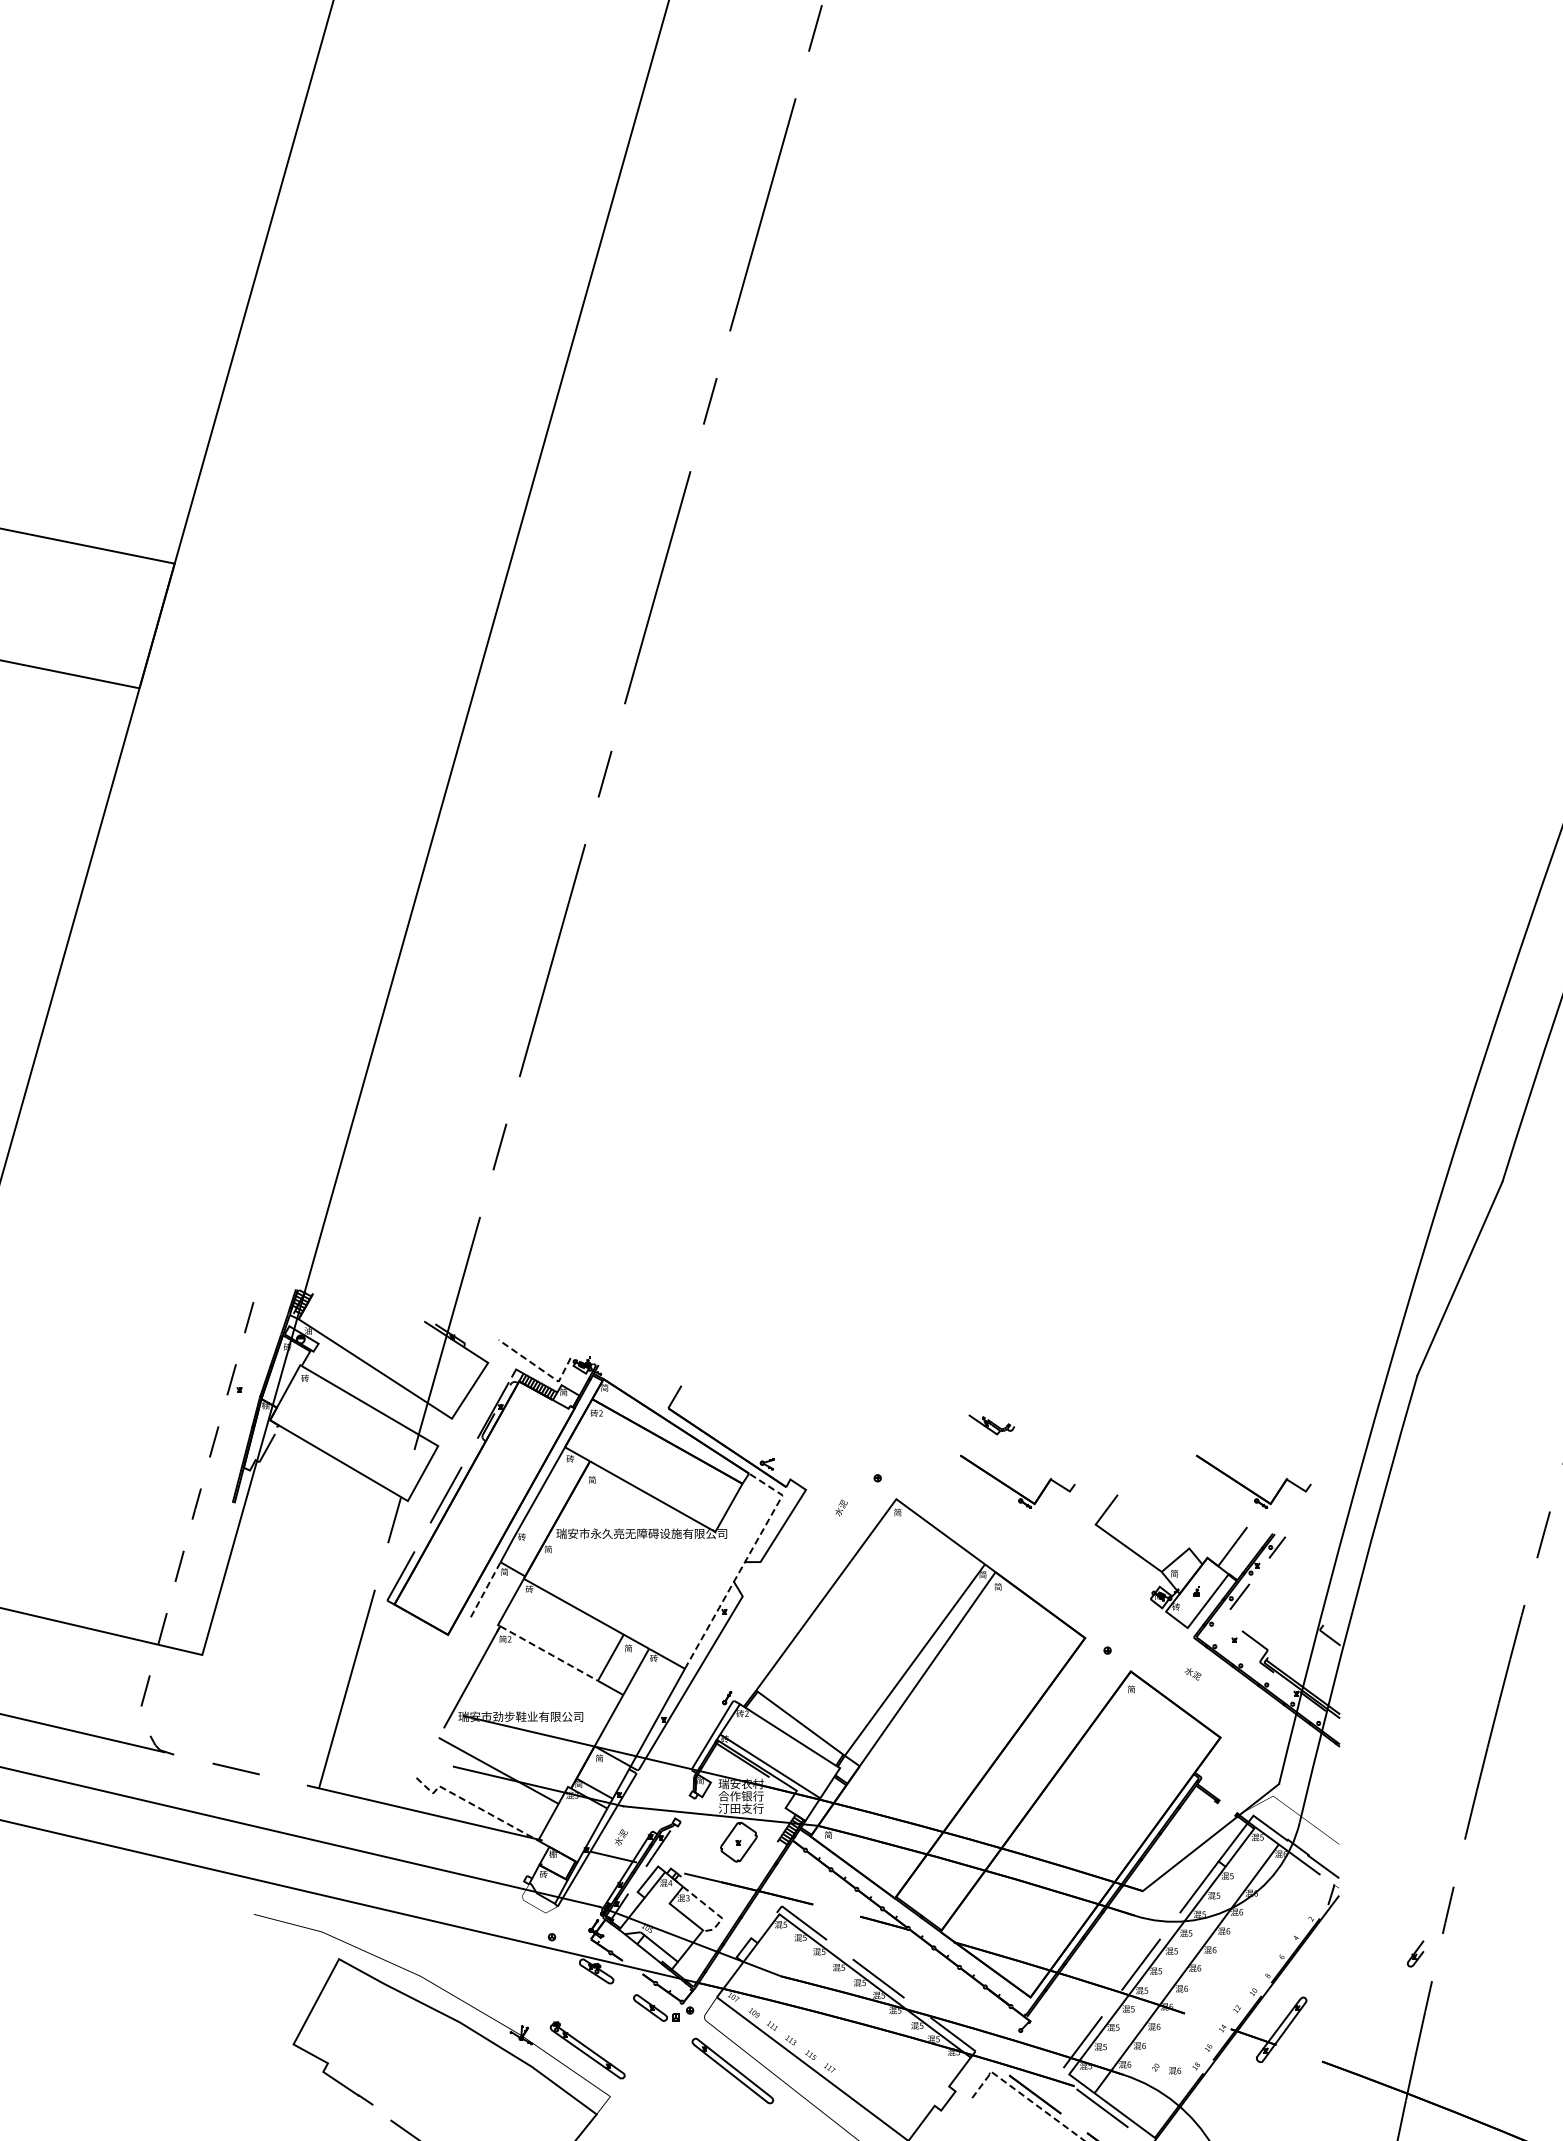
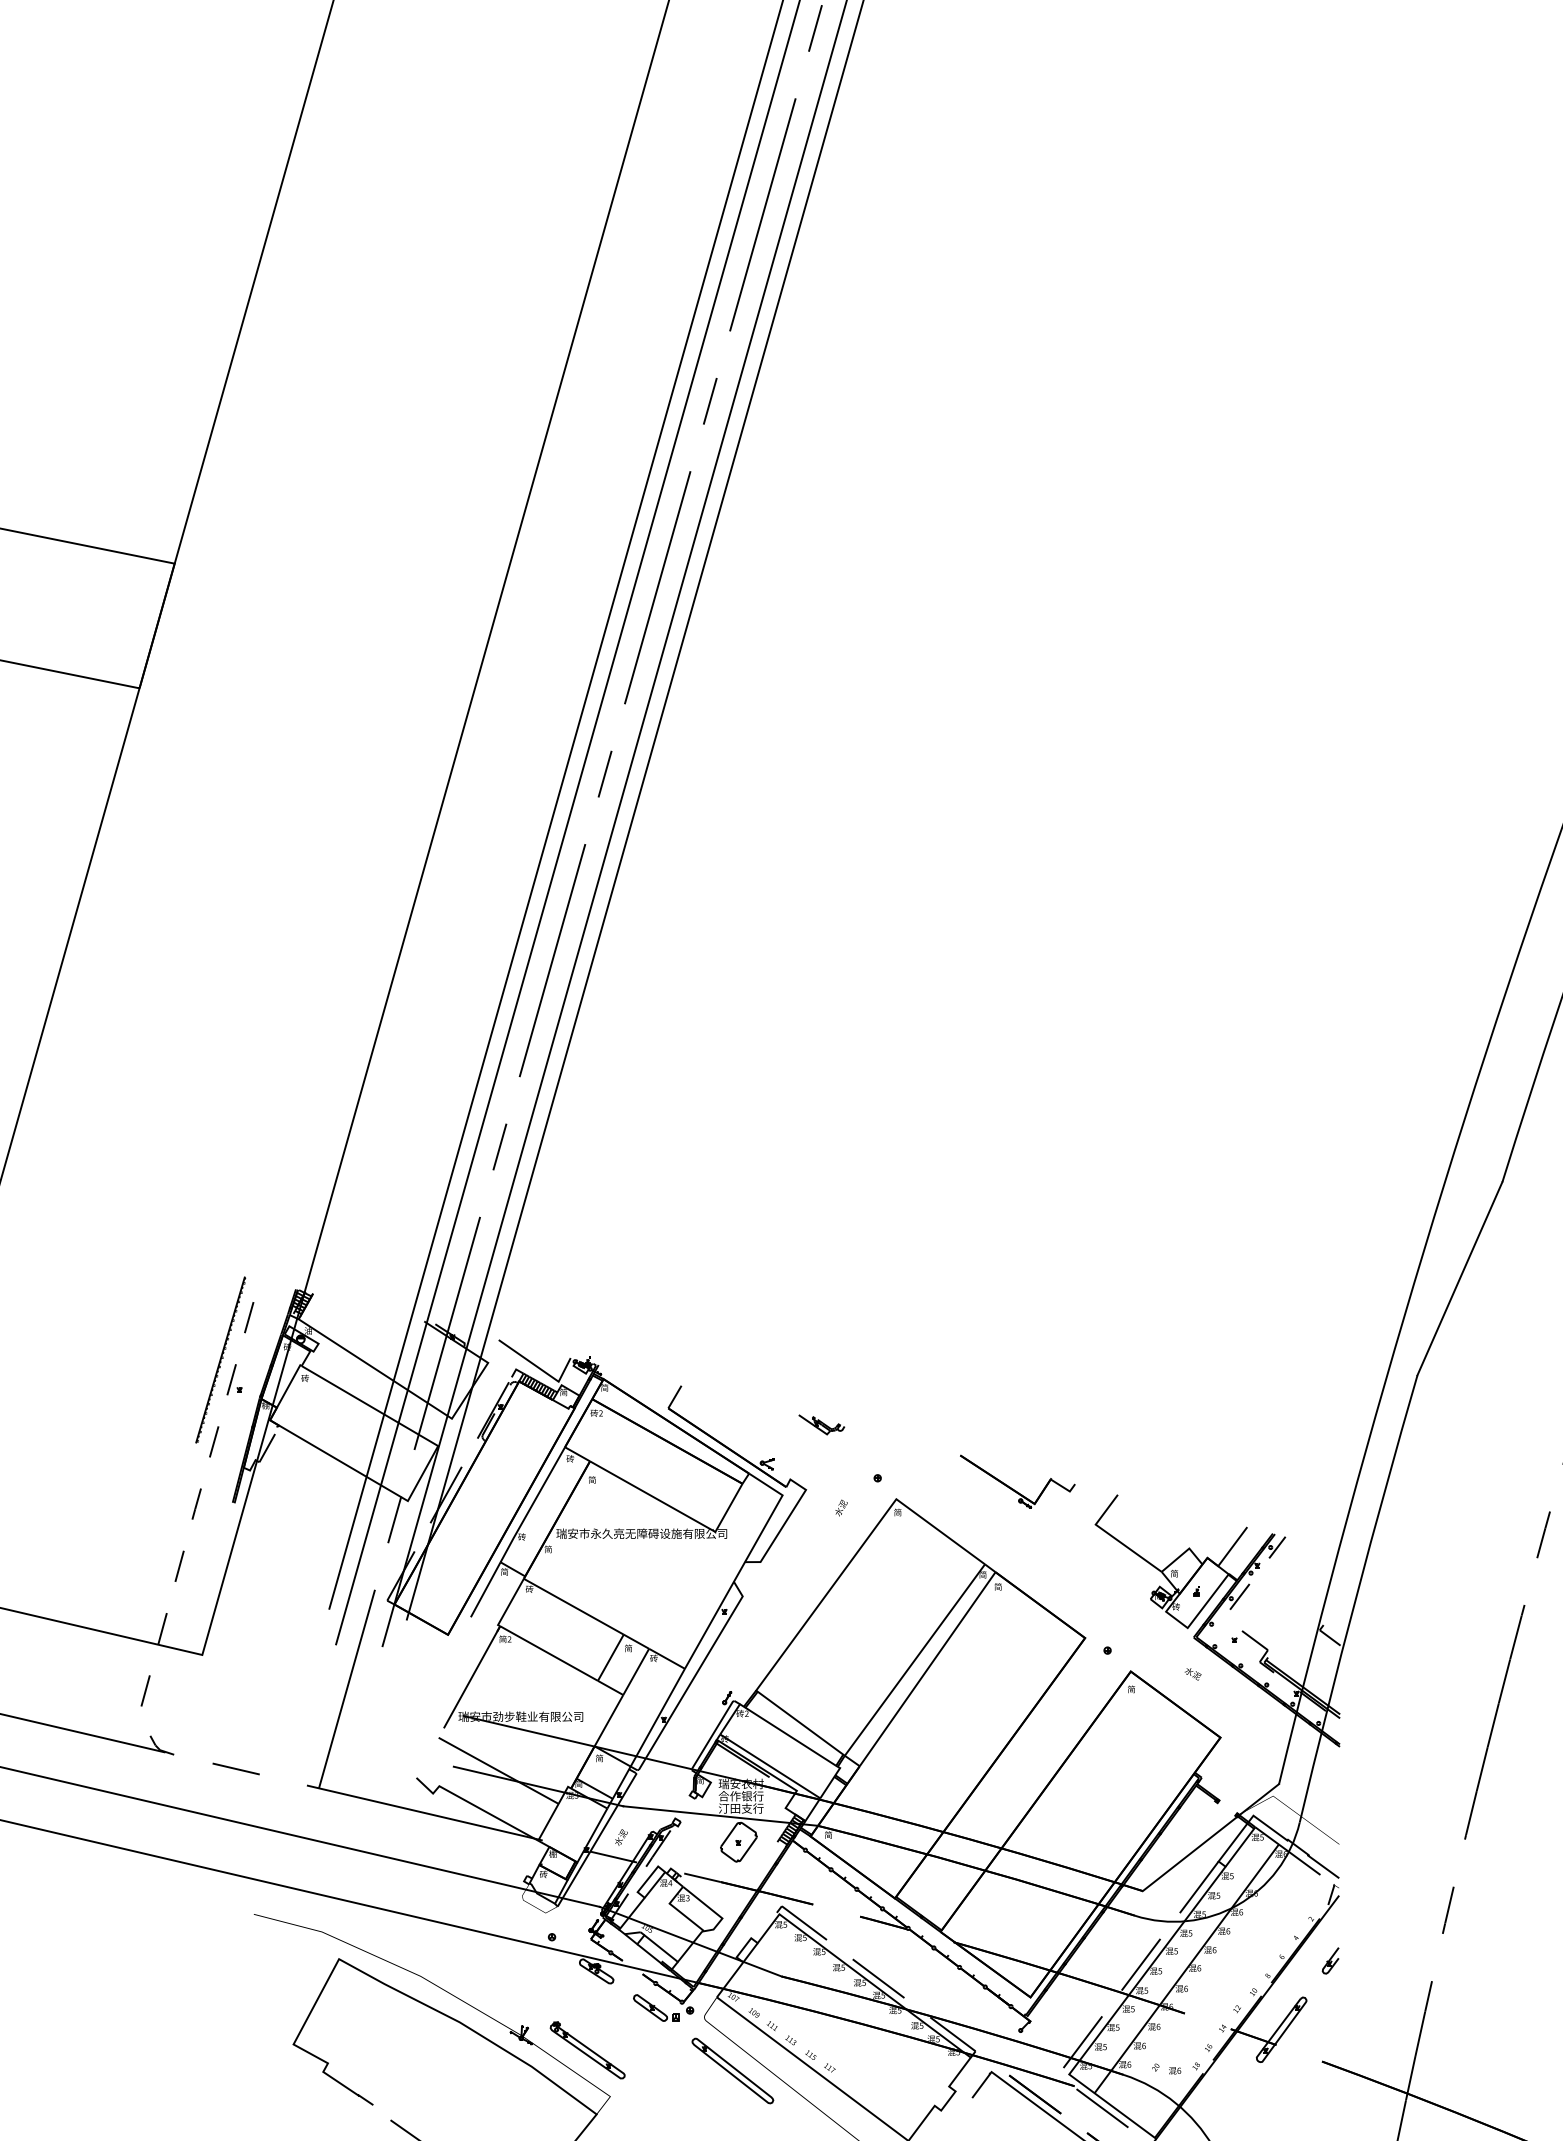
line at (555, 805): none -> present
line at (634, 810): none -> present
line at (567, 823): none -> present
line at (614, 824): none -> present
line at (220, 1359): none -> present
line at (540, 1368): dashed -> solid
part at (991, 1424) position: (991, 1424) -> (821, 1424)
part at (1249, 1488): present -> none
line at (744, 1563): dashed -> solid
line at (485, 1589): dashed -> solid
line at (549, 1653): dashed -> solid
line at (473, 1805): dashed -> solid
line at (713, 1911): dashed -> solid
part at (1415, 1953) position: (1415, 1953) -> (1330, 1960)
line at (1024, 2096): dashed -> solid
